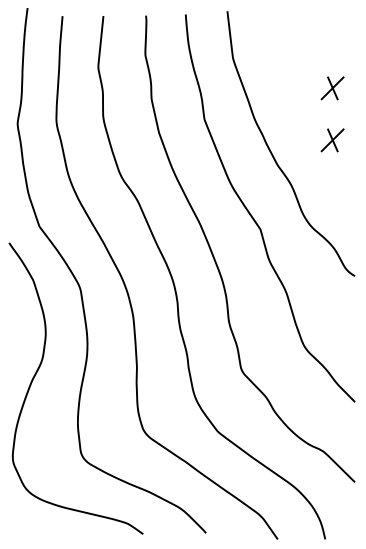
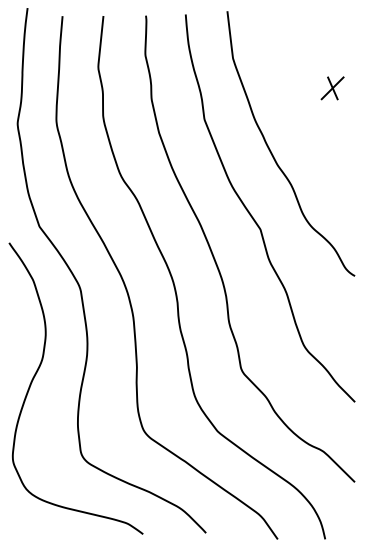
part at (332, 140): present -> none
